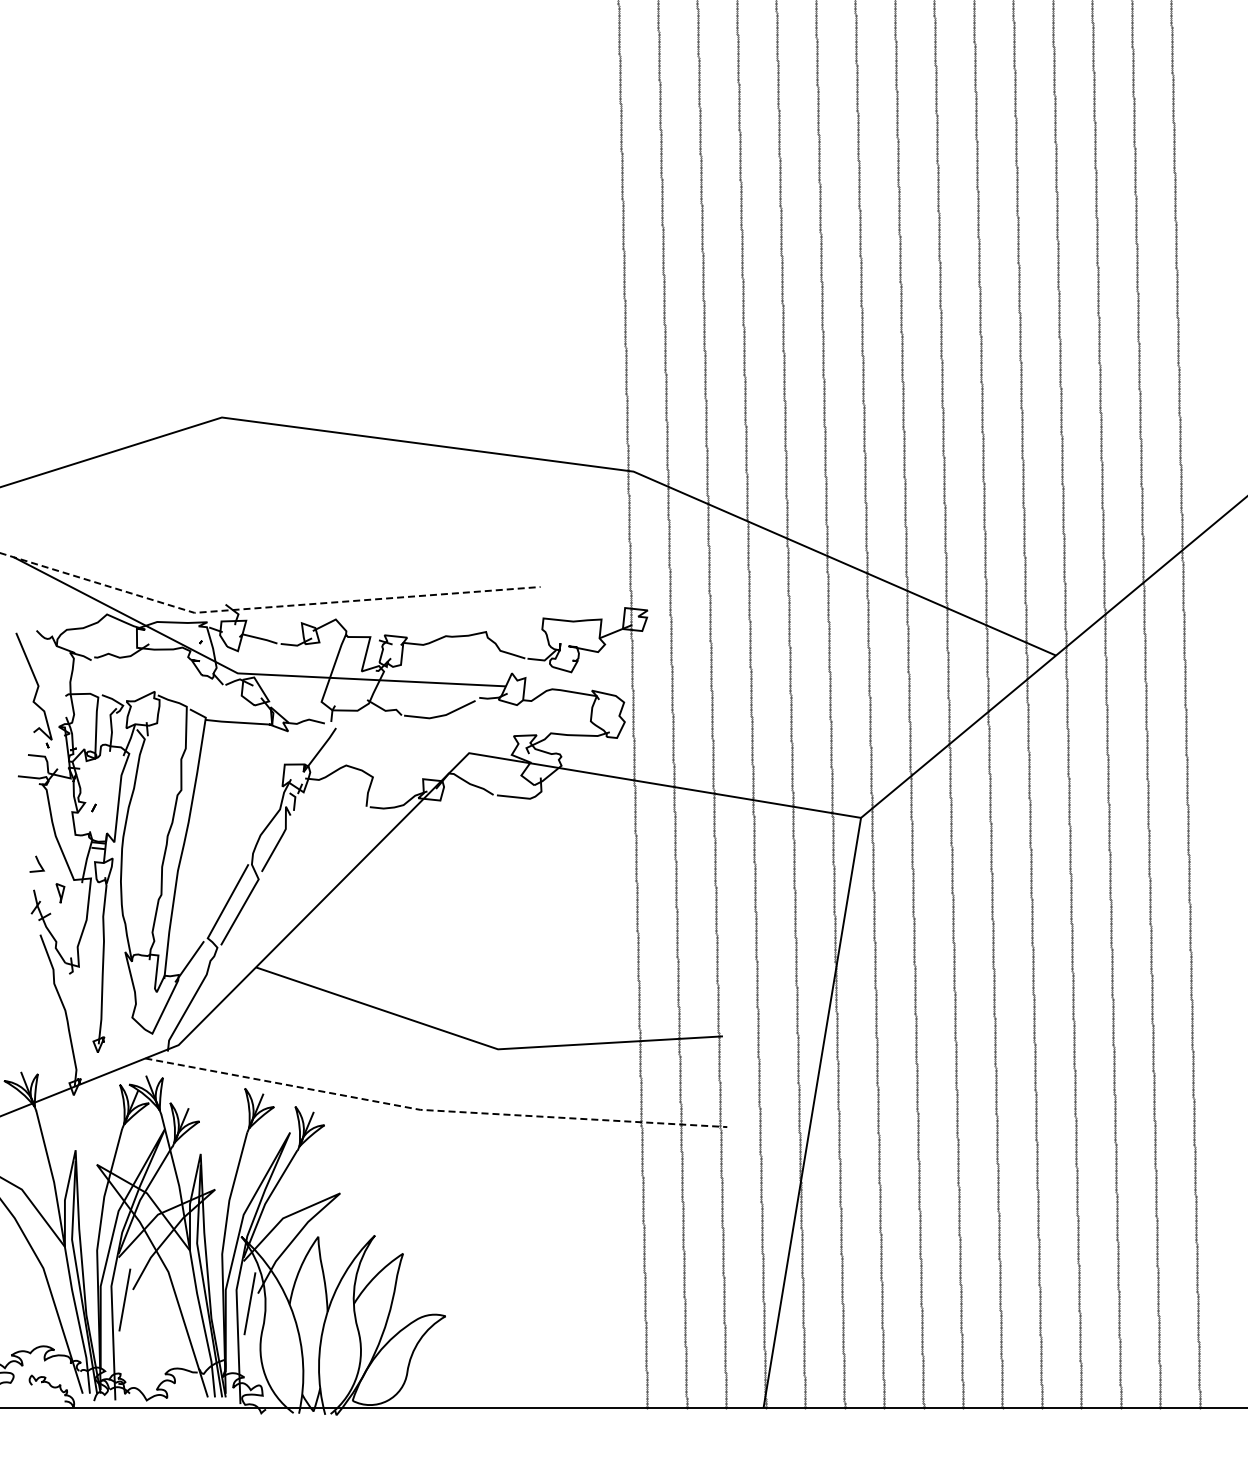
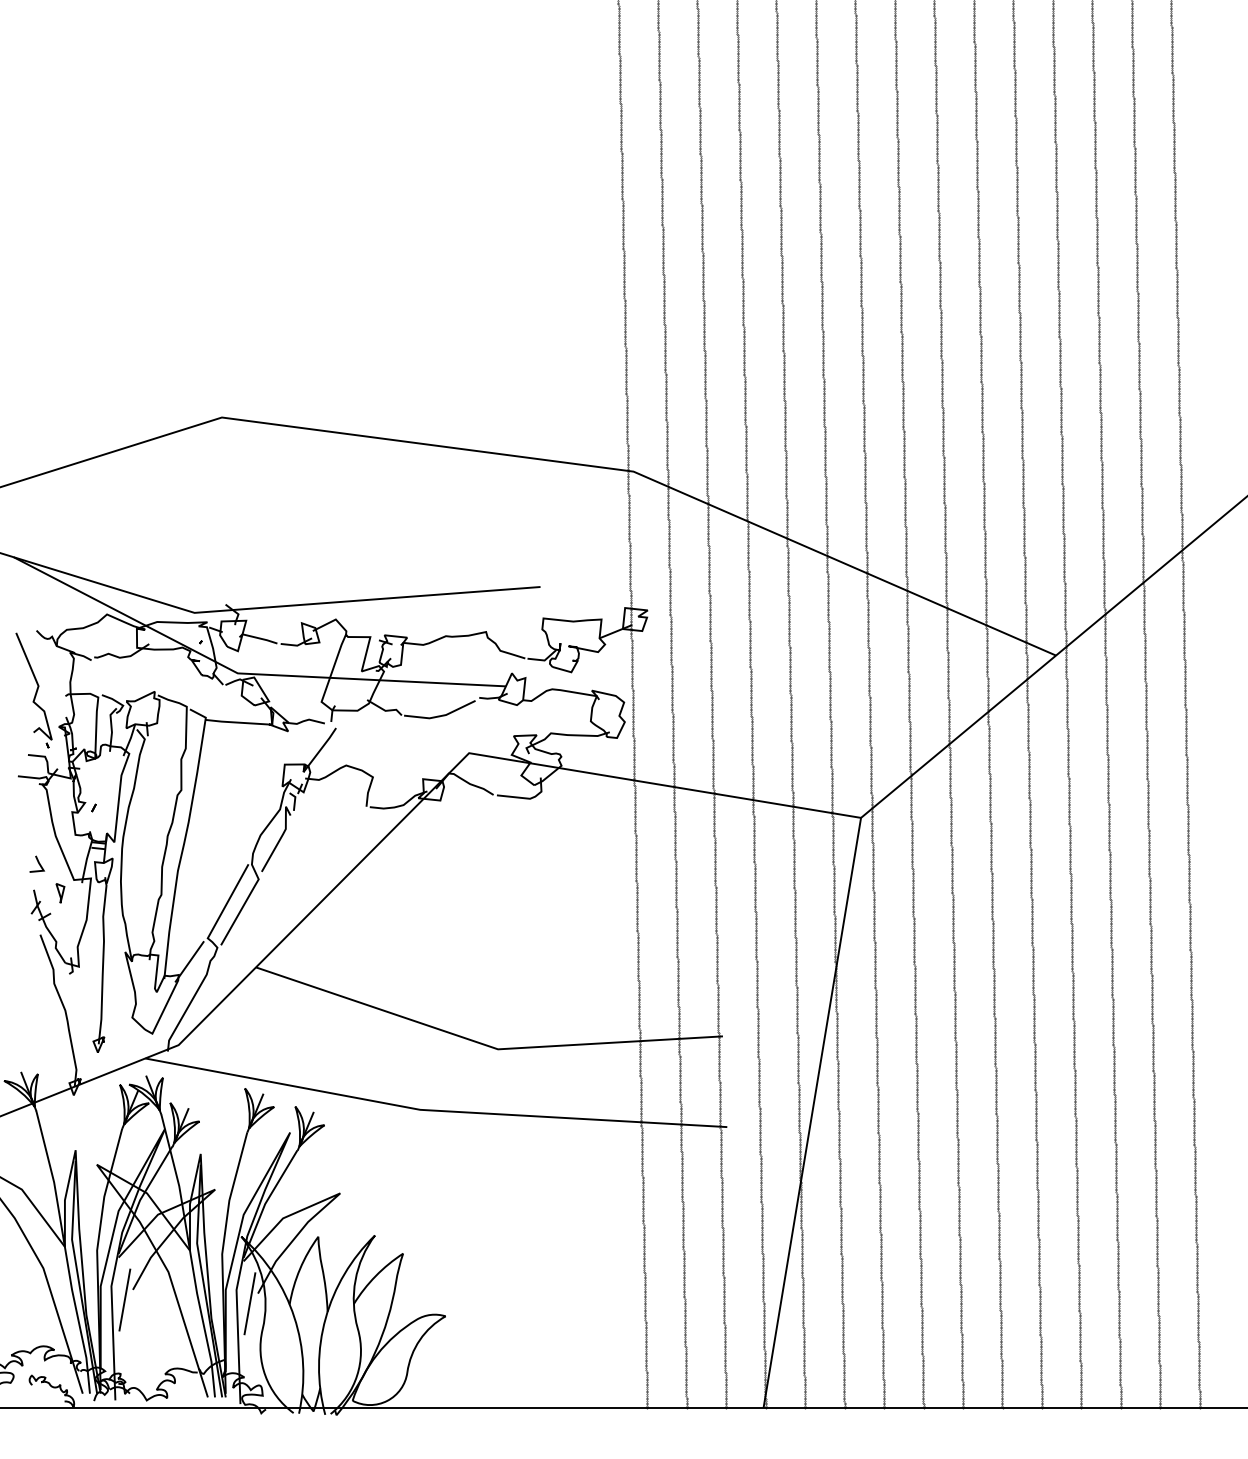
line at (266, 607): dashed -> solid
line at (434, 1110): dashed -> solid
